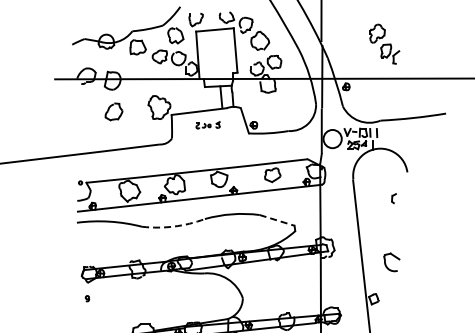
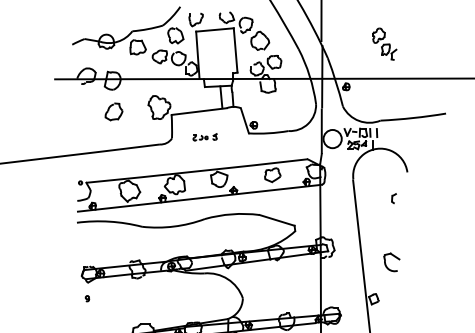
part at (384, 43) size: 32x42 px -> 26x34 px
part at (207, 125) position: (207, 125) -> (204, 137)
line at (277, 220): dashed -> solid
arc at (173, 226): dashed -> solid
